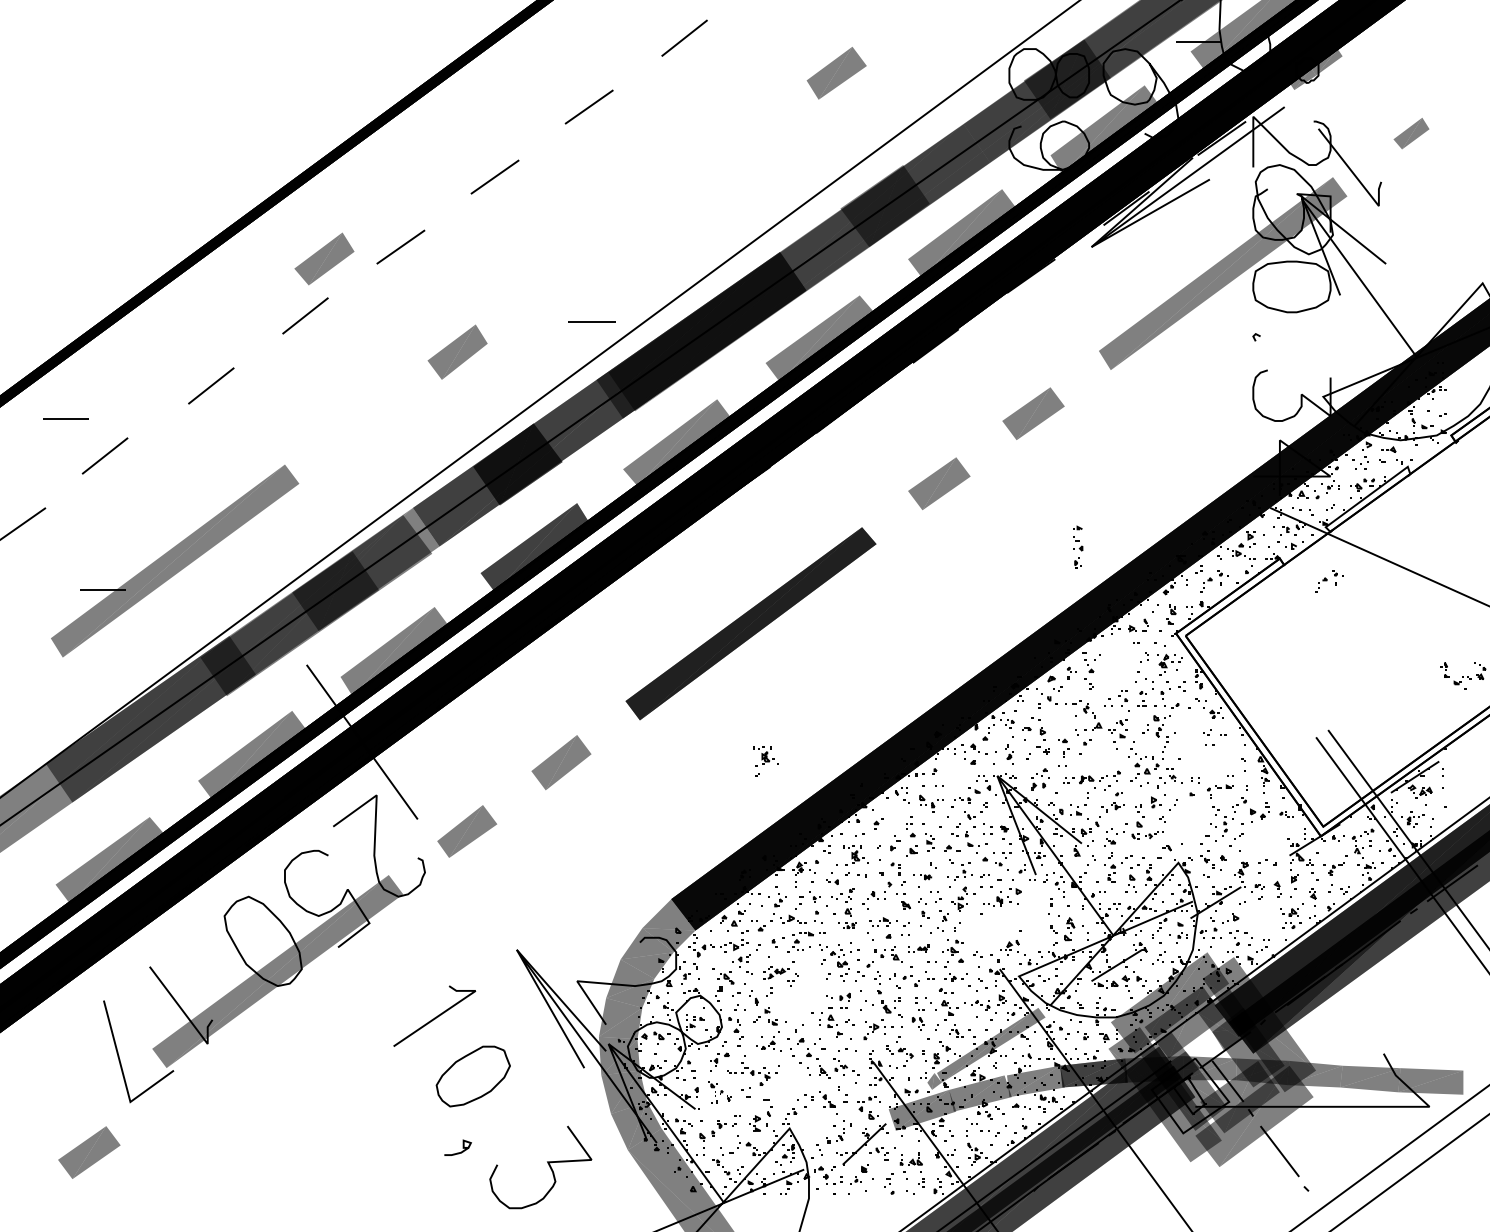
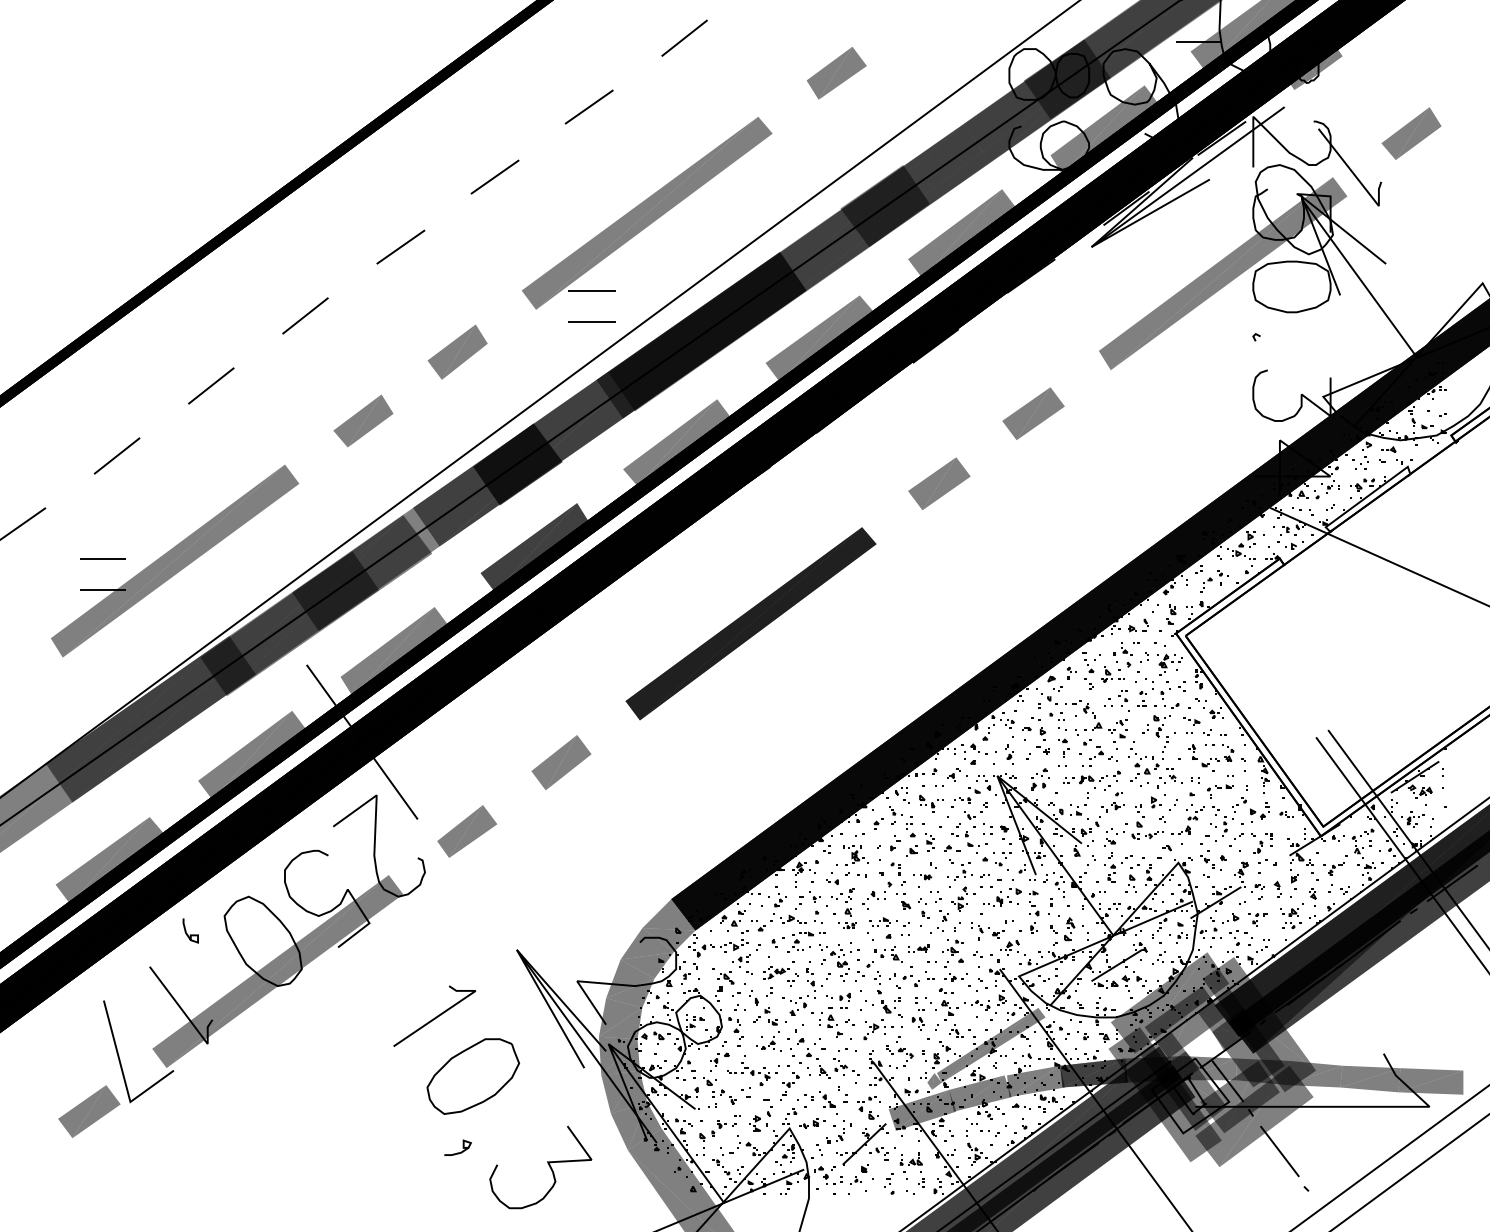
part at (1411, 133) size: 37x31 px -> 61x53 px
part at (647, 213): none -> present
part at (324, 258) position: (324, 258) -> (363, 420)
line at (65, 418) position: (65, 418) -> (102, 558)
line at (104, 455) position: (104, 455) -> (116, 455)
part at (1078, 546) position: (1078, 546) -> (1034, 911)
part at (1329, 581): present -> none
part at (1116, 662): none -> present
part at (1463, 675) position: (1463, 675) -> (1211, 757)
part at (1057, 721): none -> present
part at (1191, 725): none -> present
part at (1099, 756): none -> present
part at (765, 761): present -> none
part at (957, 774): none -> present
part at (895, 815): none -> present
part at (1187, 819): none -> present
part at (1261, 843): none -> present
part at (1257, 919): none -> present
curve at (186, 930): none -> present
part at (992, 930): none -> present
part at (807, 981): none -> present
part at (472, 1076) size: 76x63 px -> 95x77 px
part at (789, 1082): none -> present
part at (719, 1092) size: 24x23 px -> 34x31 px
part at (812, 1123): none -> present
part at (89, 1152) position: (89, 1152) -> (89, 1111)
